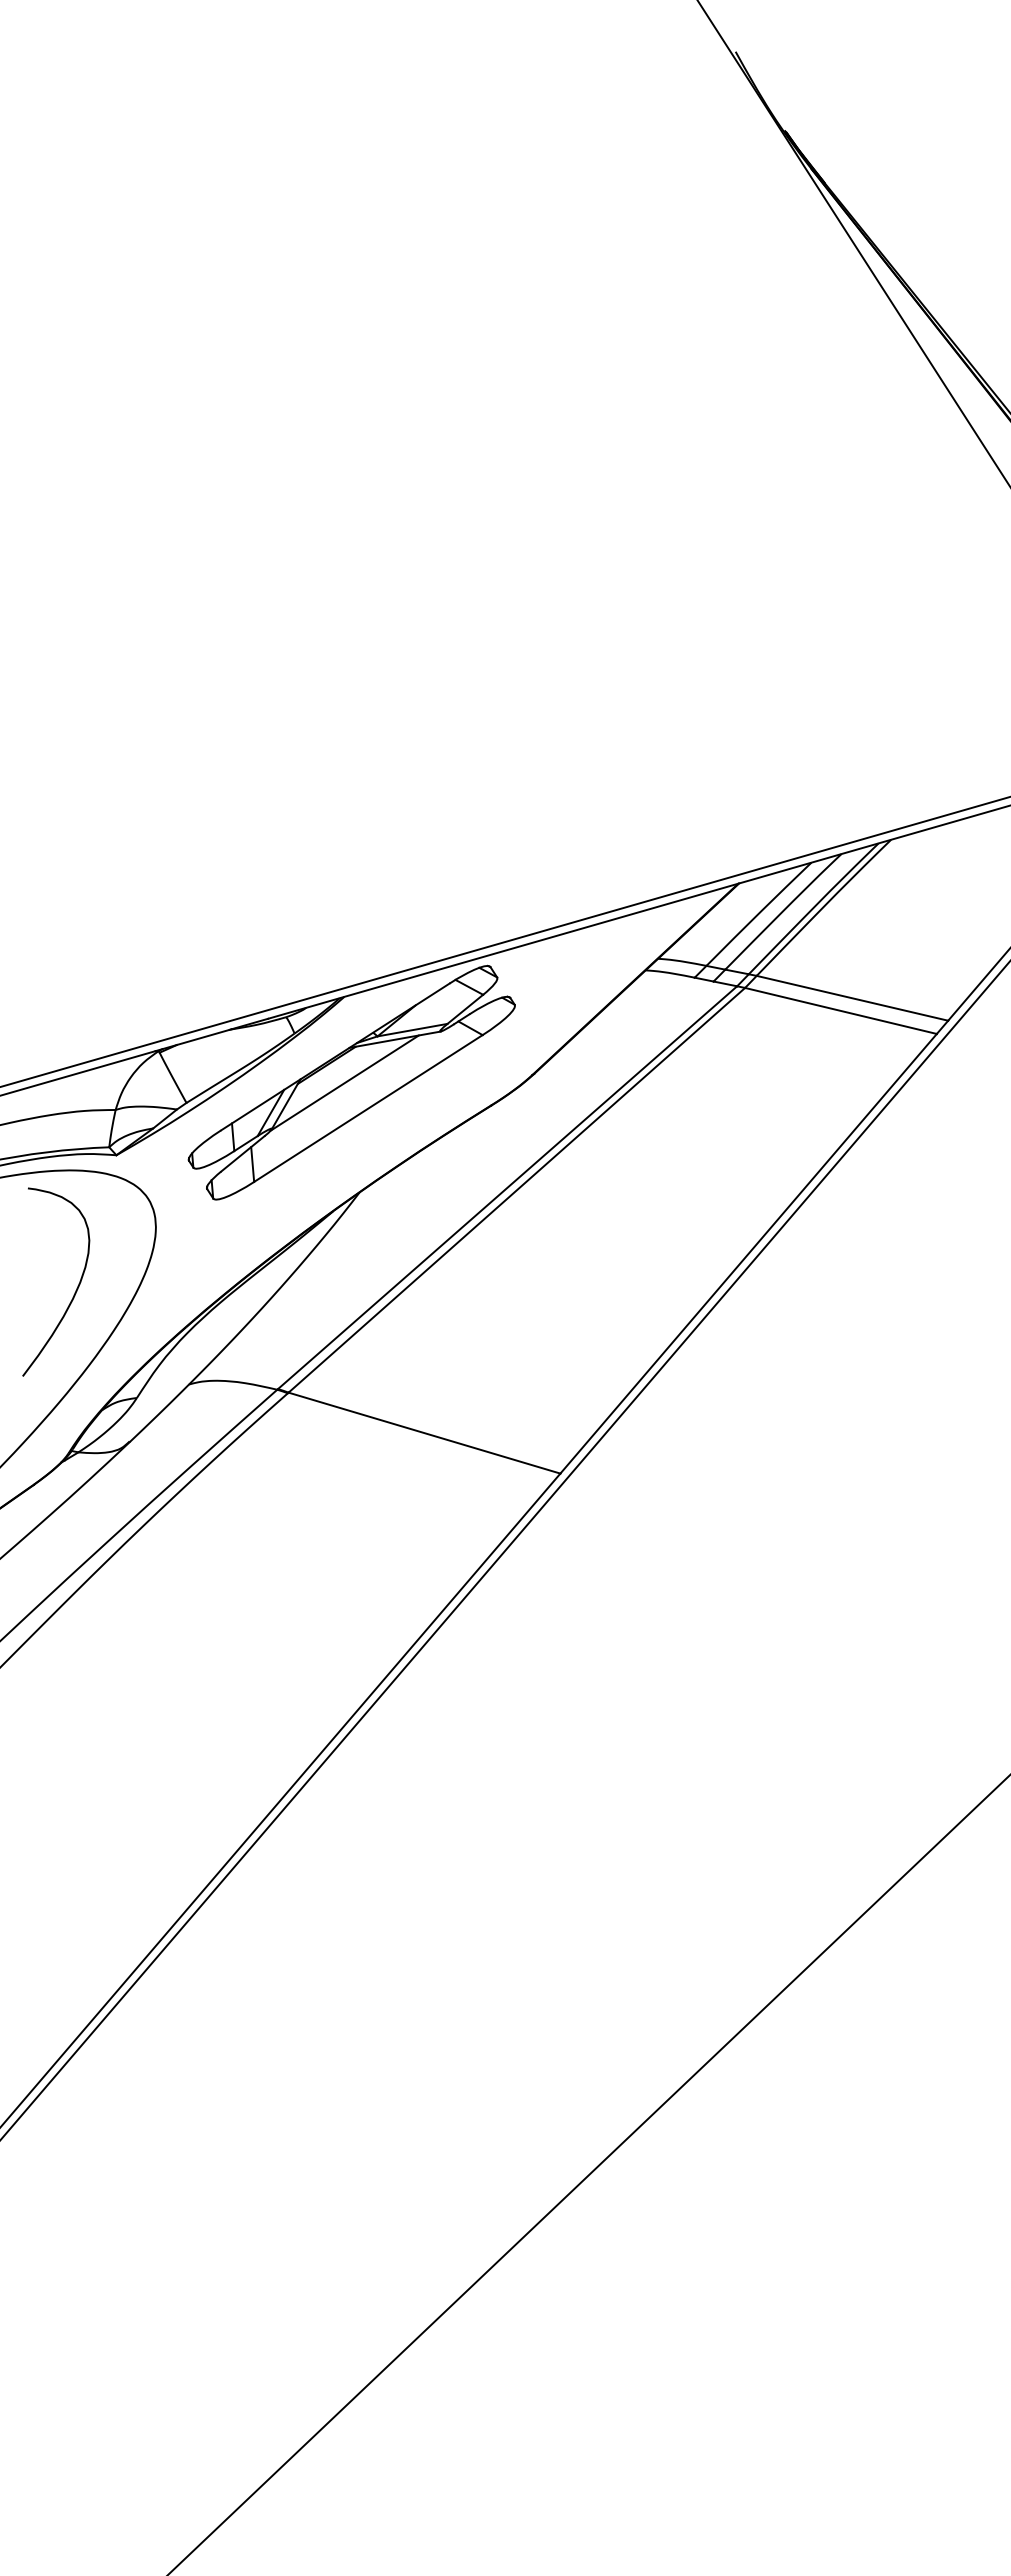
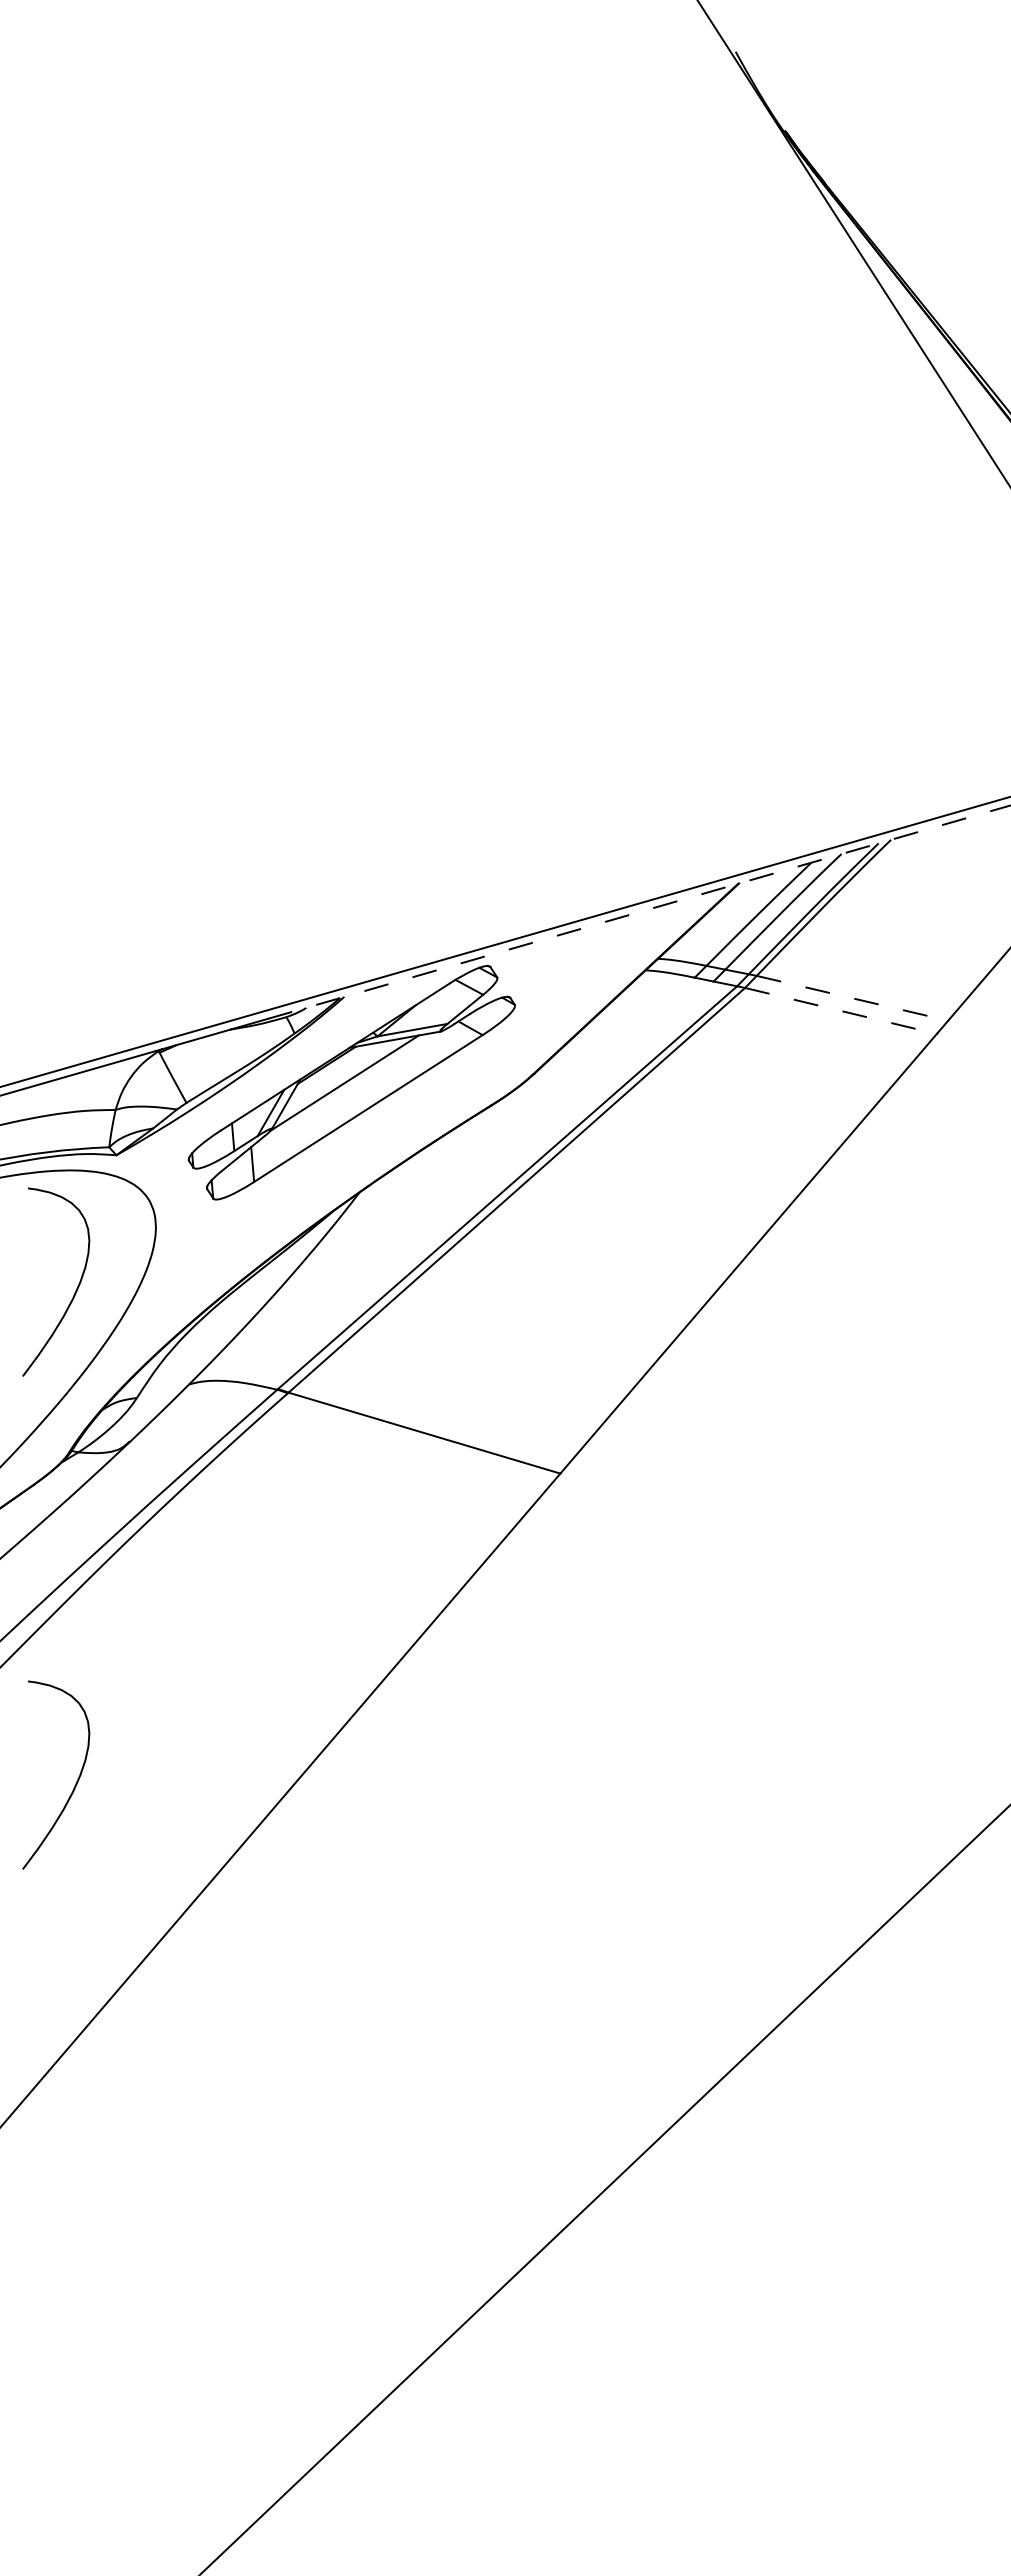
line at (639, 911): solid -> dashed
line at (852, 998): solid -> dashed
line at (840, 1010): solid -> dashed
line at (504, 1550): present -> none
curve at (75, 1783): none -> present
line at (588, 2174) position: (588, 2174) -> (604, 2189)
